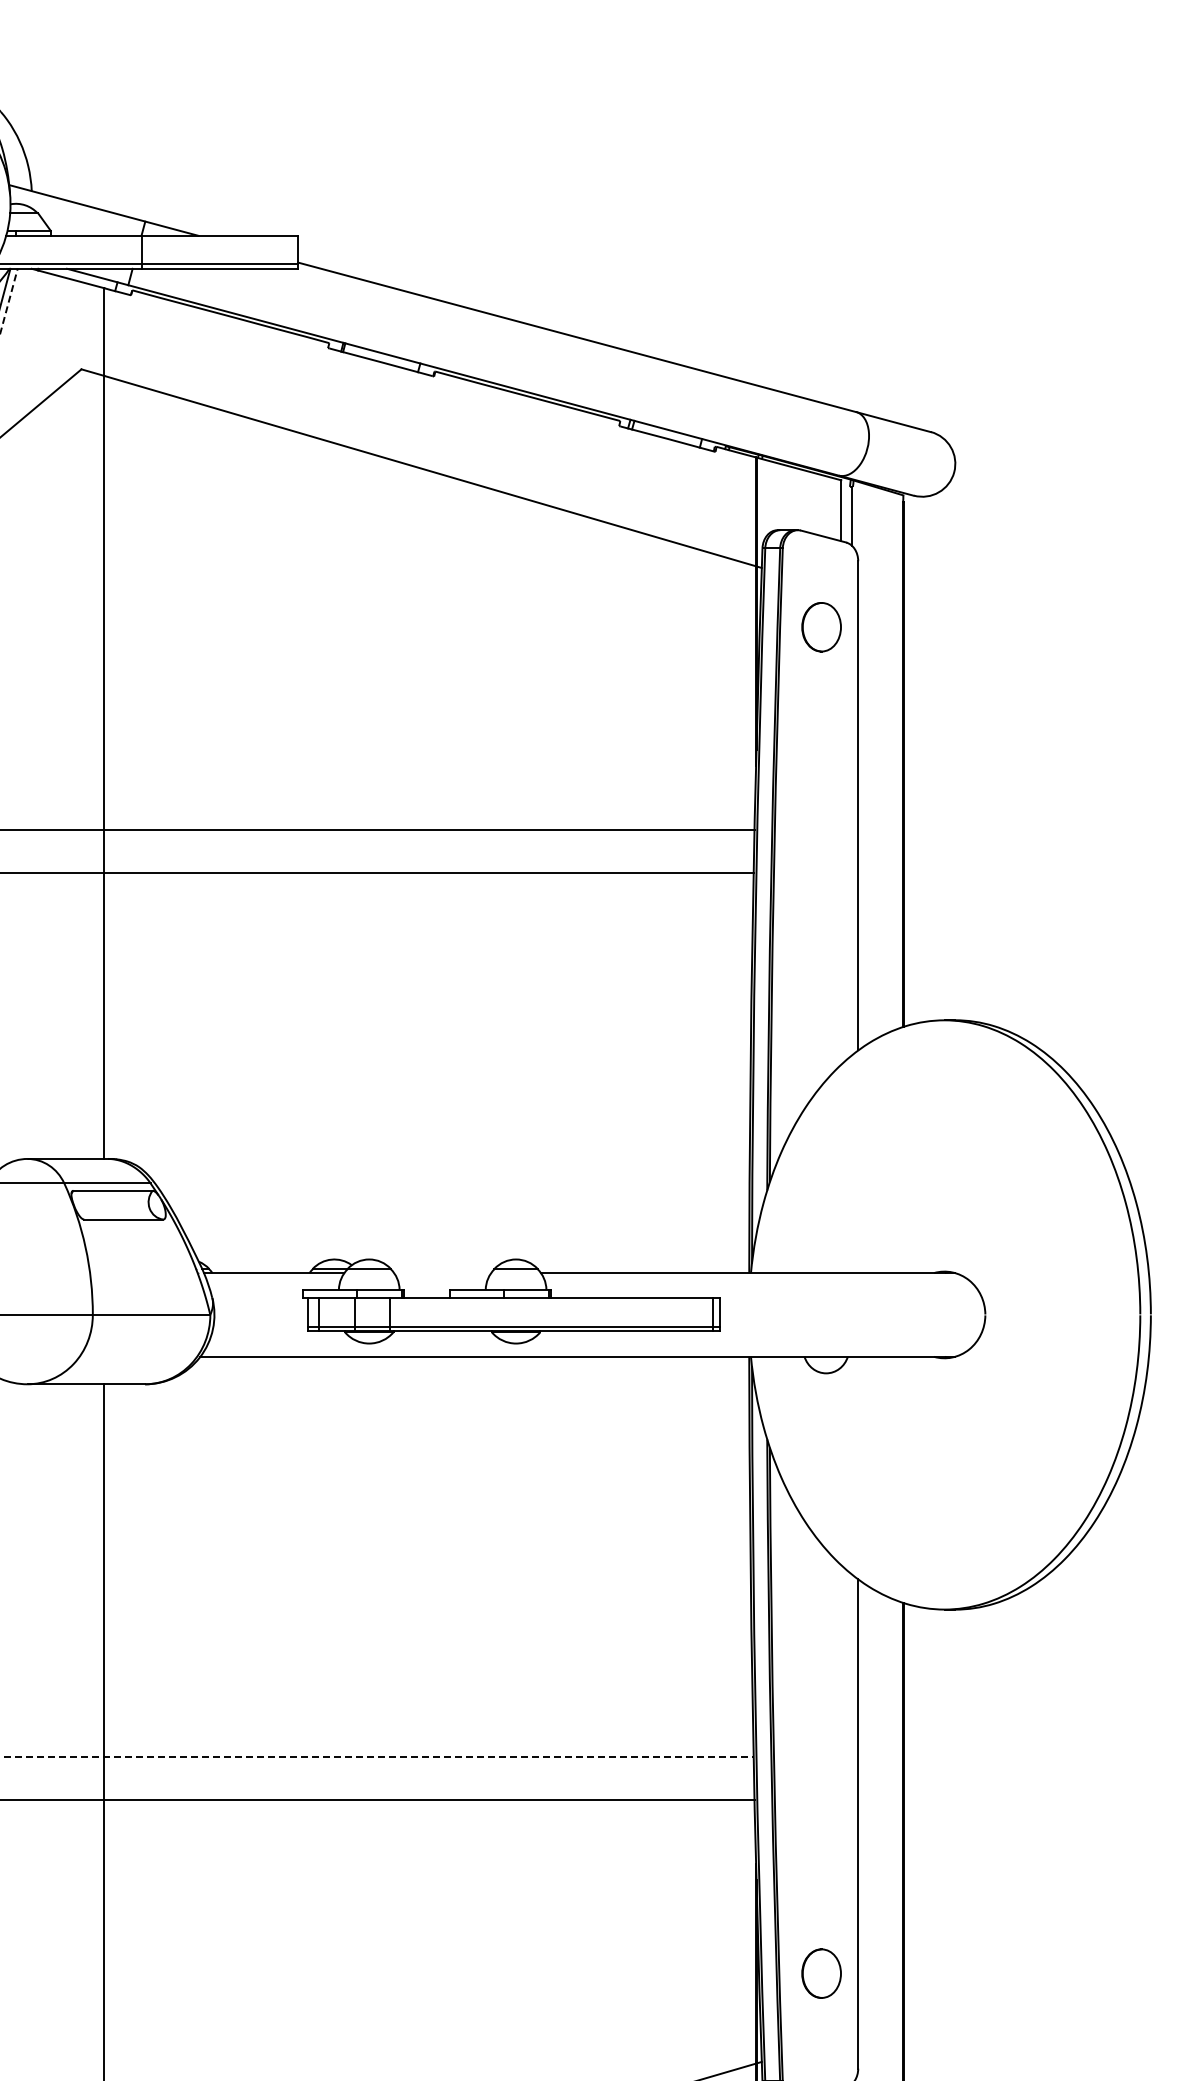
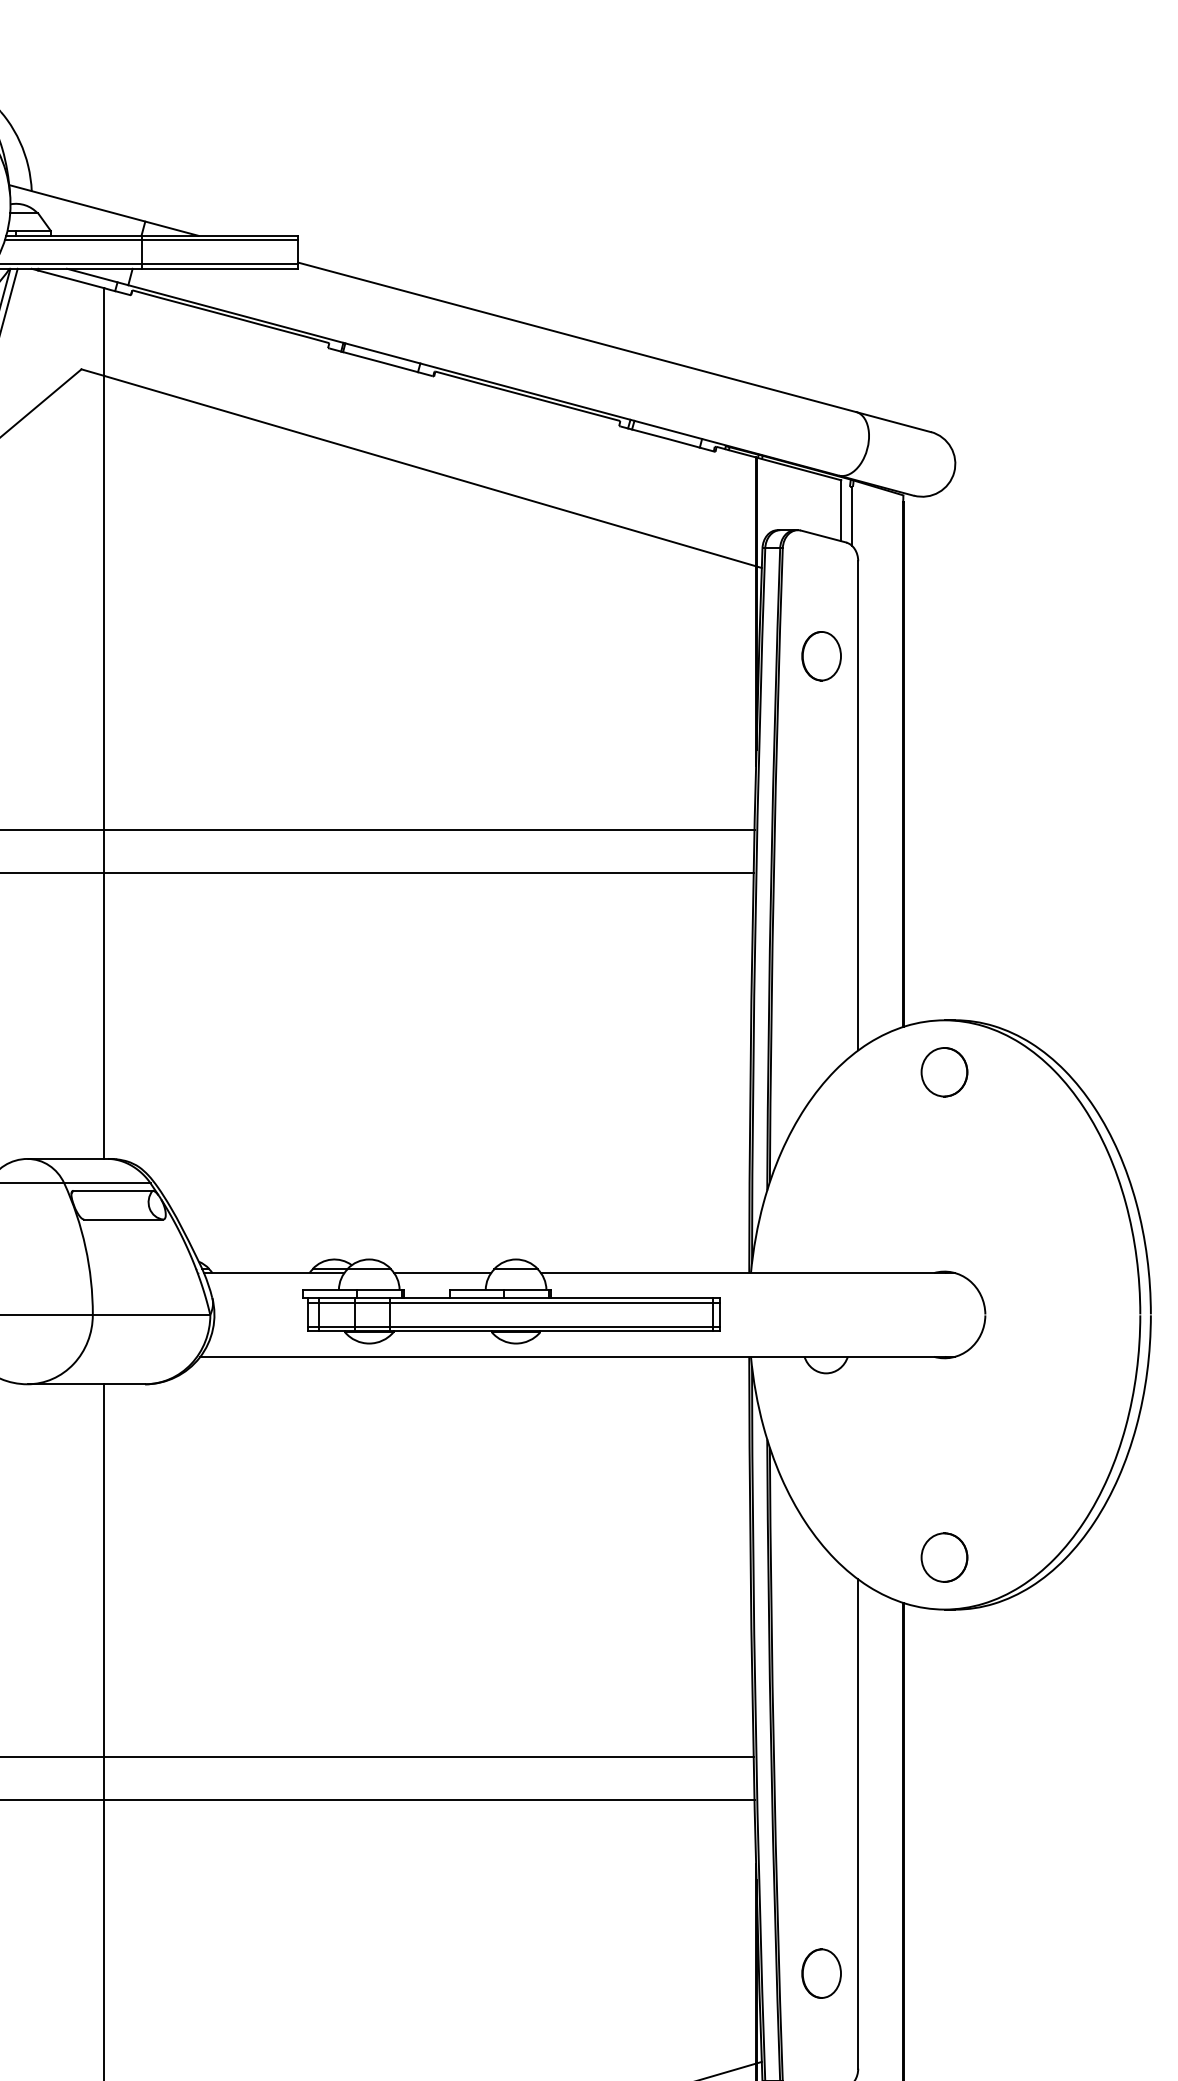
line at (151, 240): none -> present
line at (8, 301): dashed -> solid
part at (821, 627) position: (821, 627) -> (821, 656)
part at (944, 1072): none -> present
line at (442, 1273): none -> present
line at (513, 1302): none -> present
part at (944, 1557): none -> present
line at (377, 1756): dashed -> solid
